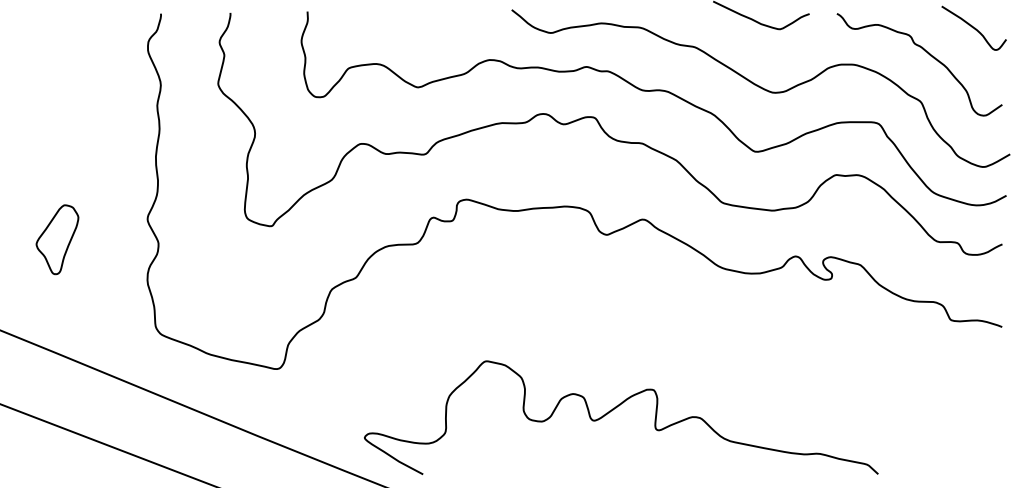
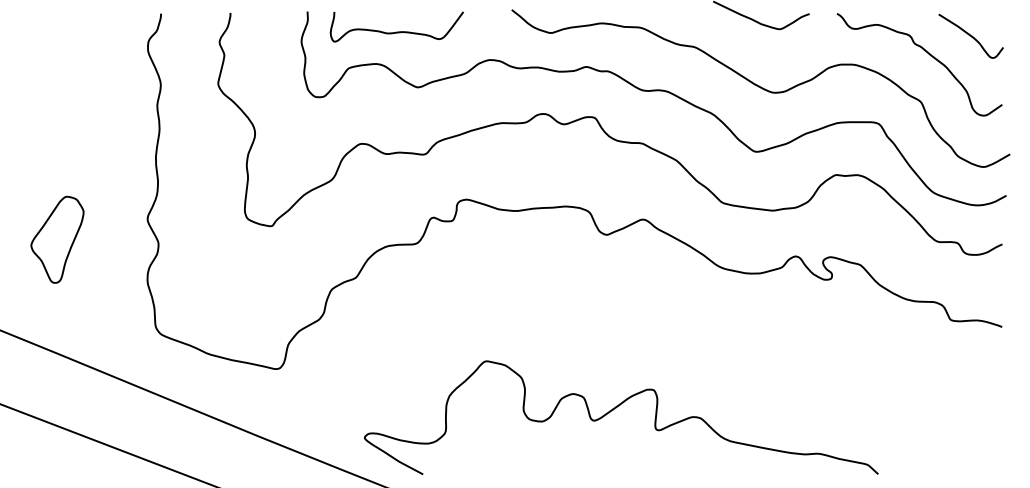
curve at (973, 27) position: (973, 27) -> (970, 35)
curve at (396, 31): none -> present
part at (57, 239) size: 45x72 px -> 55x89 px
